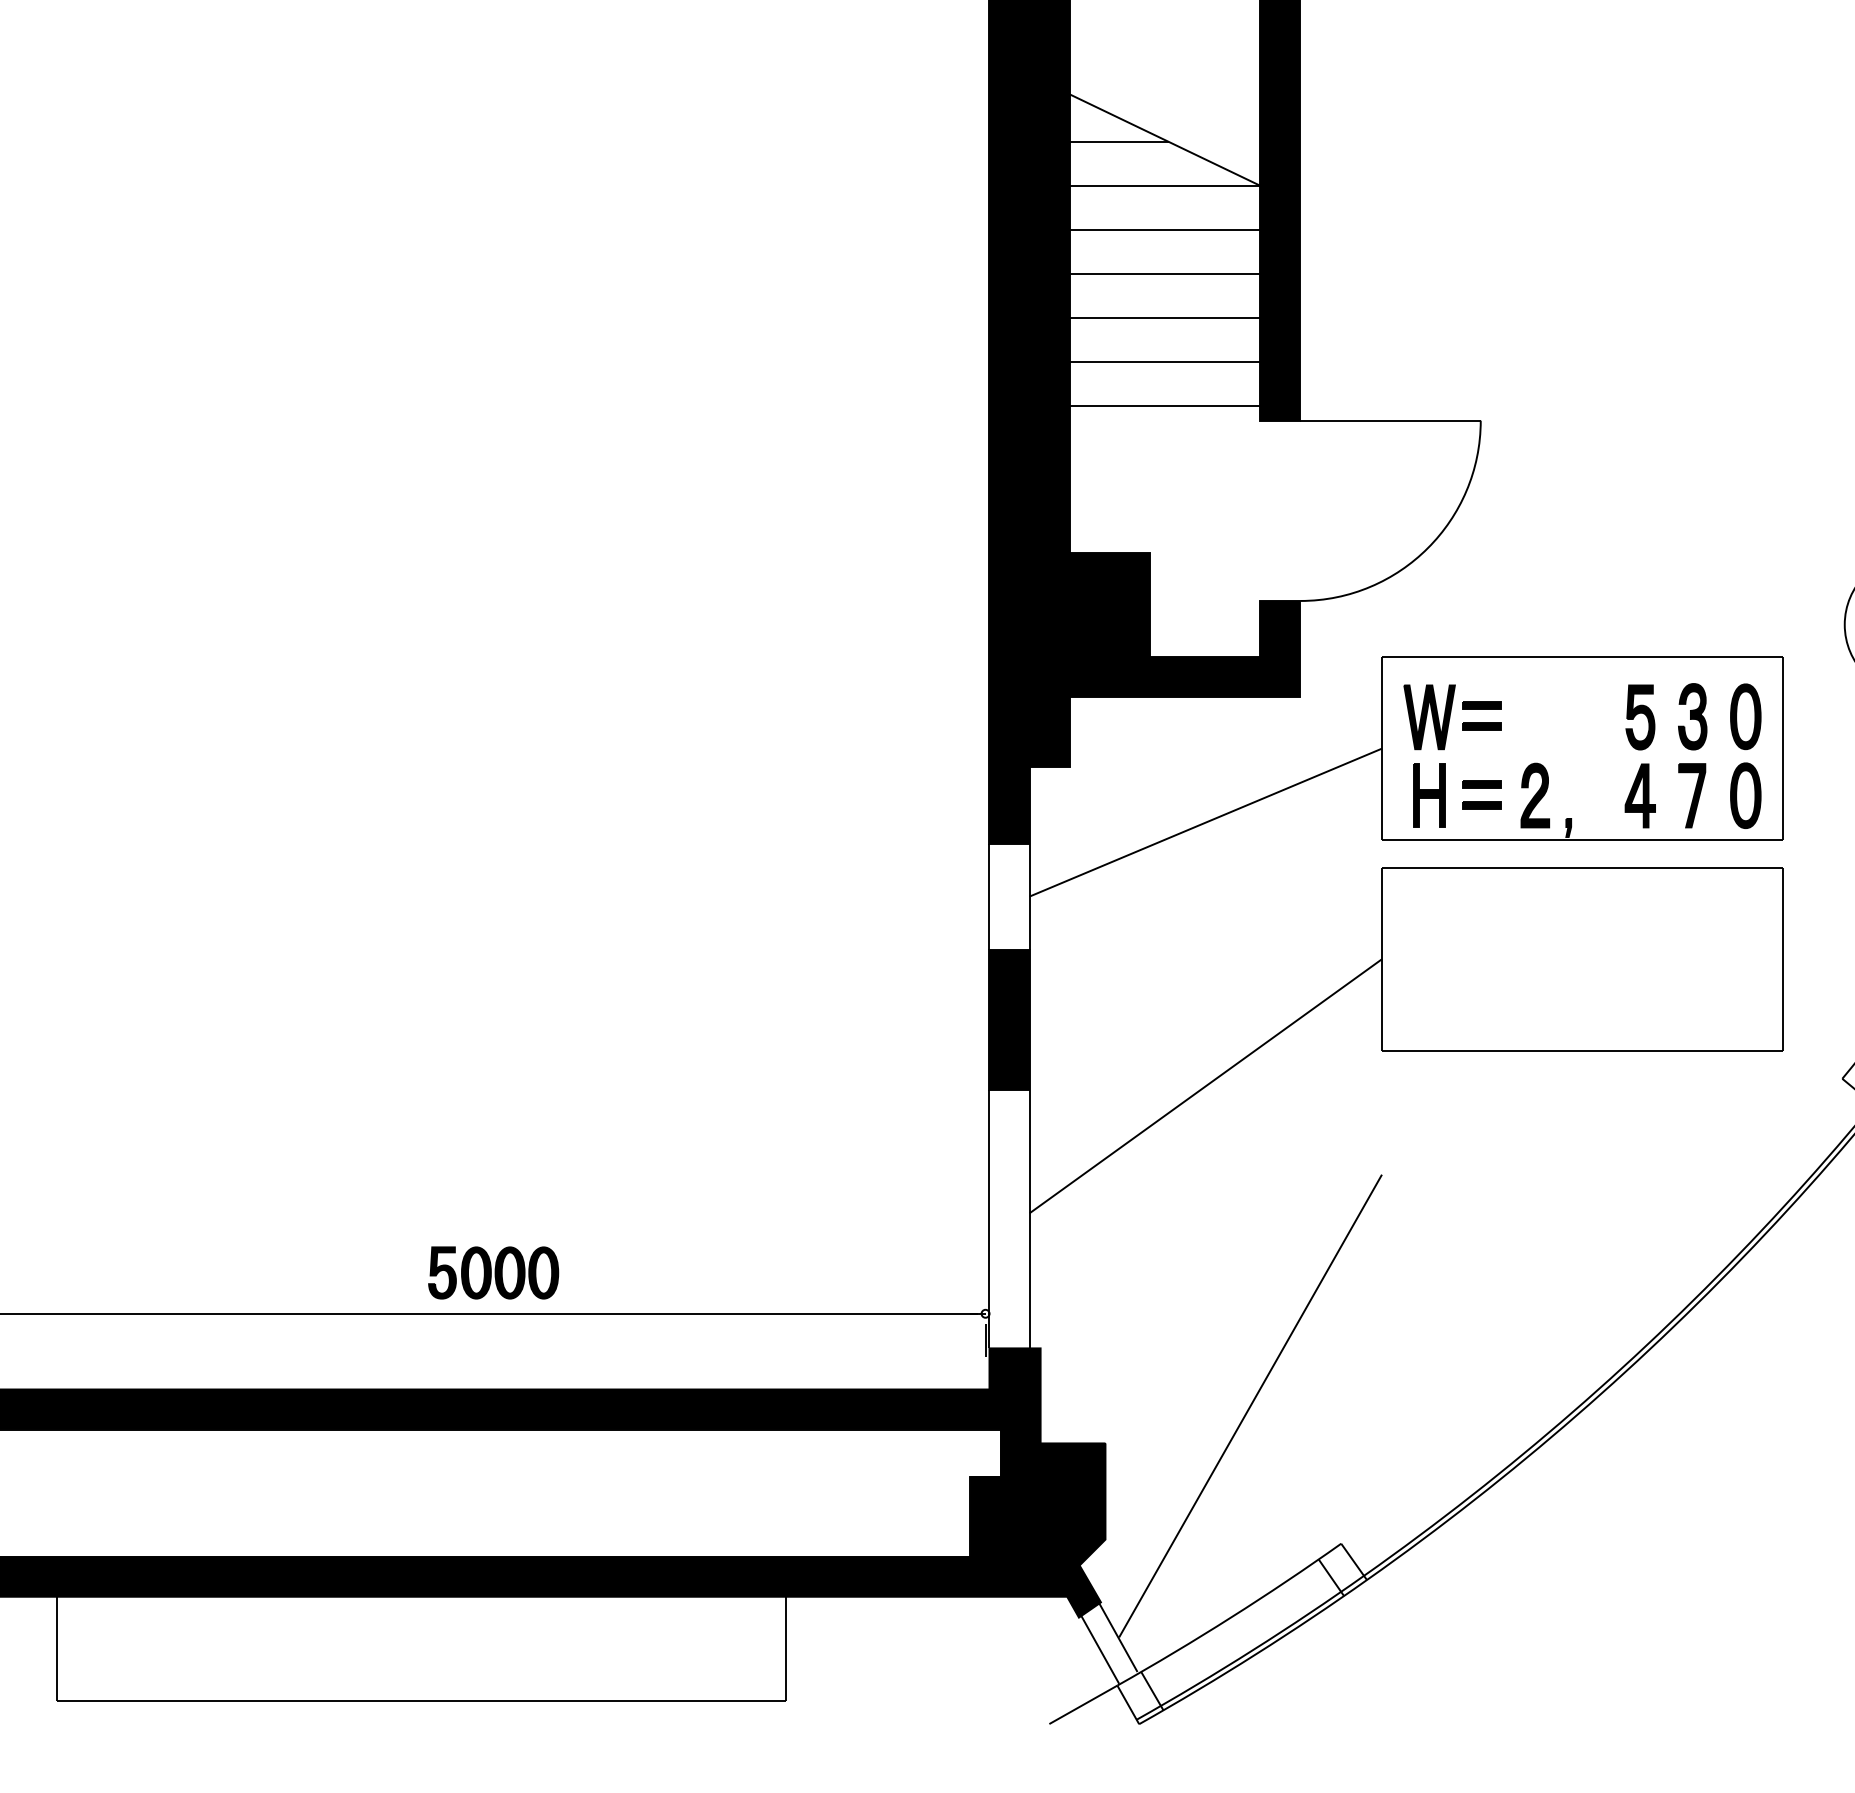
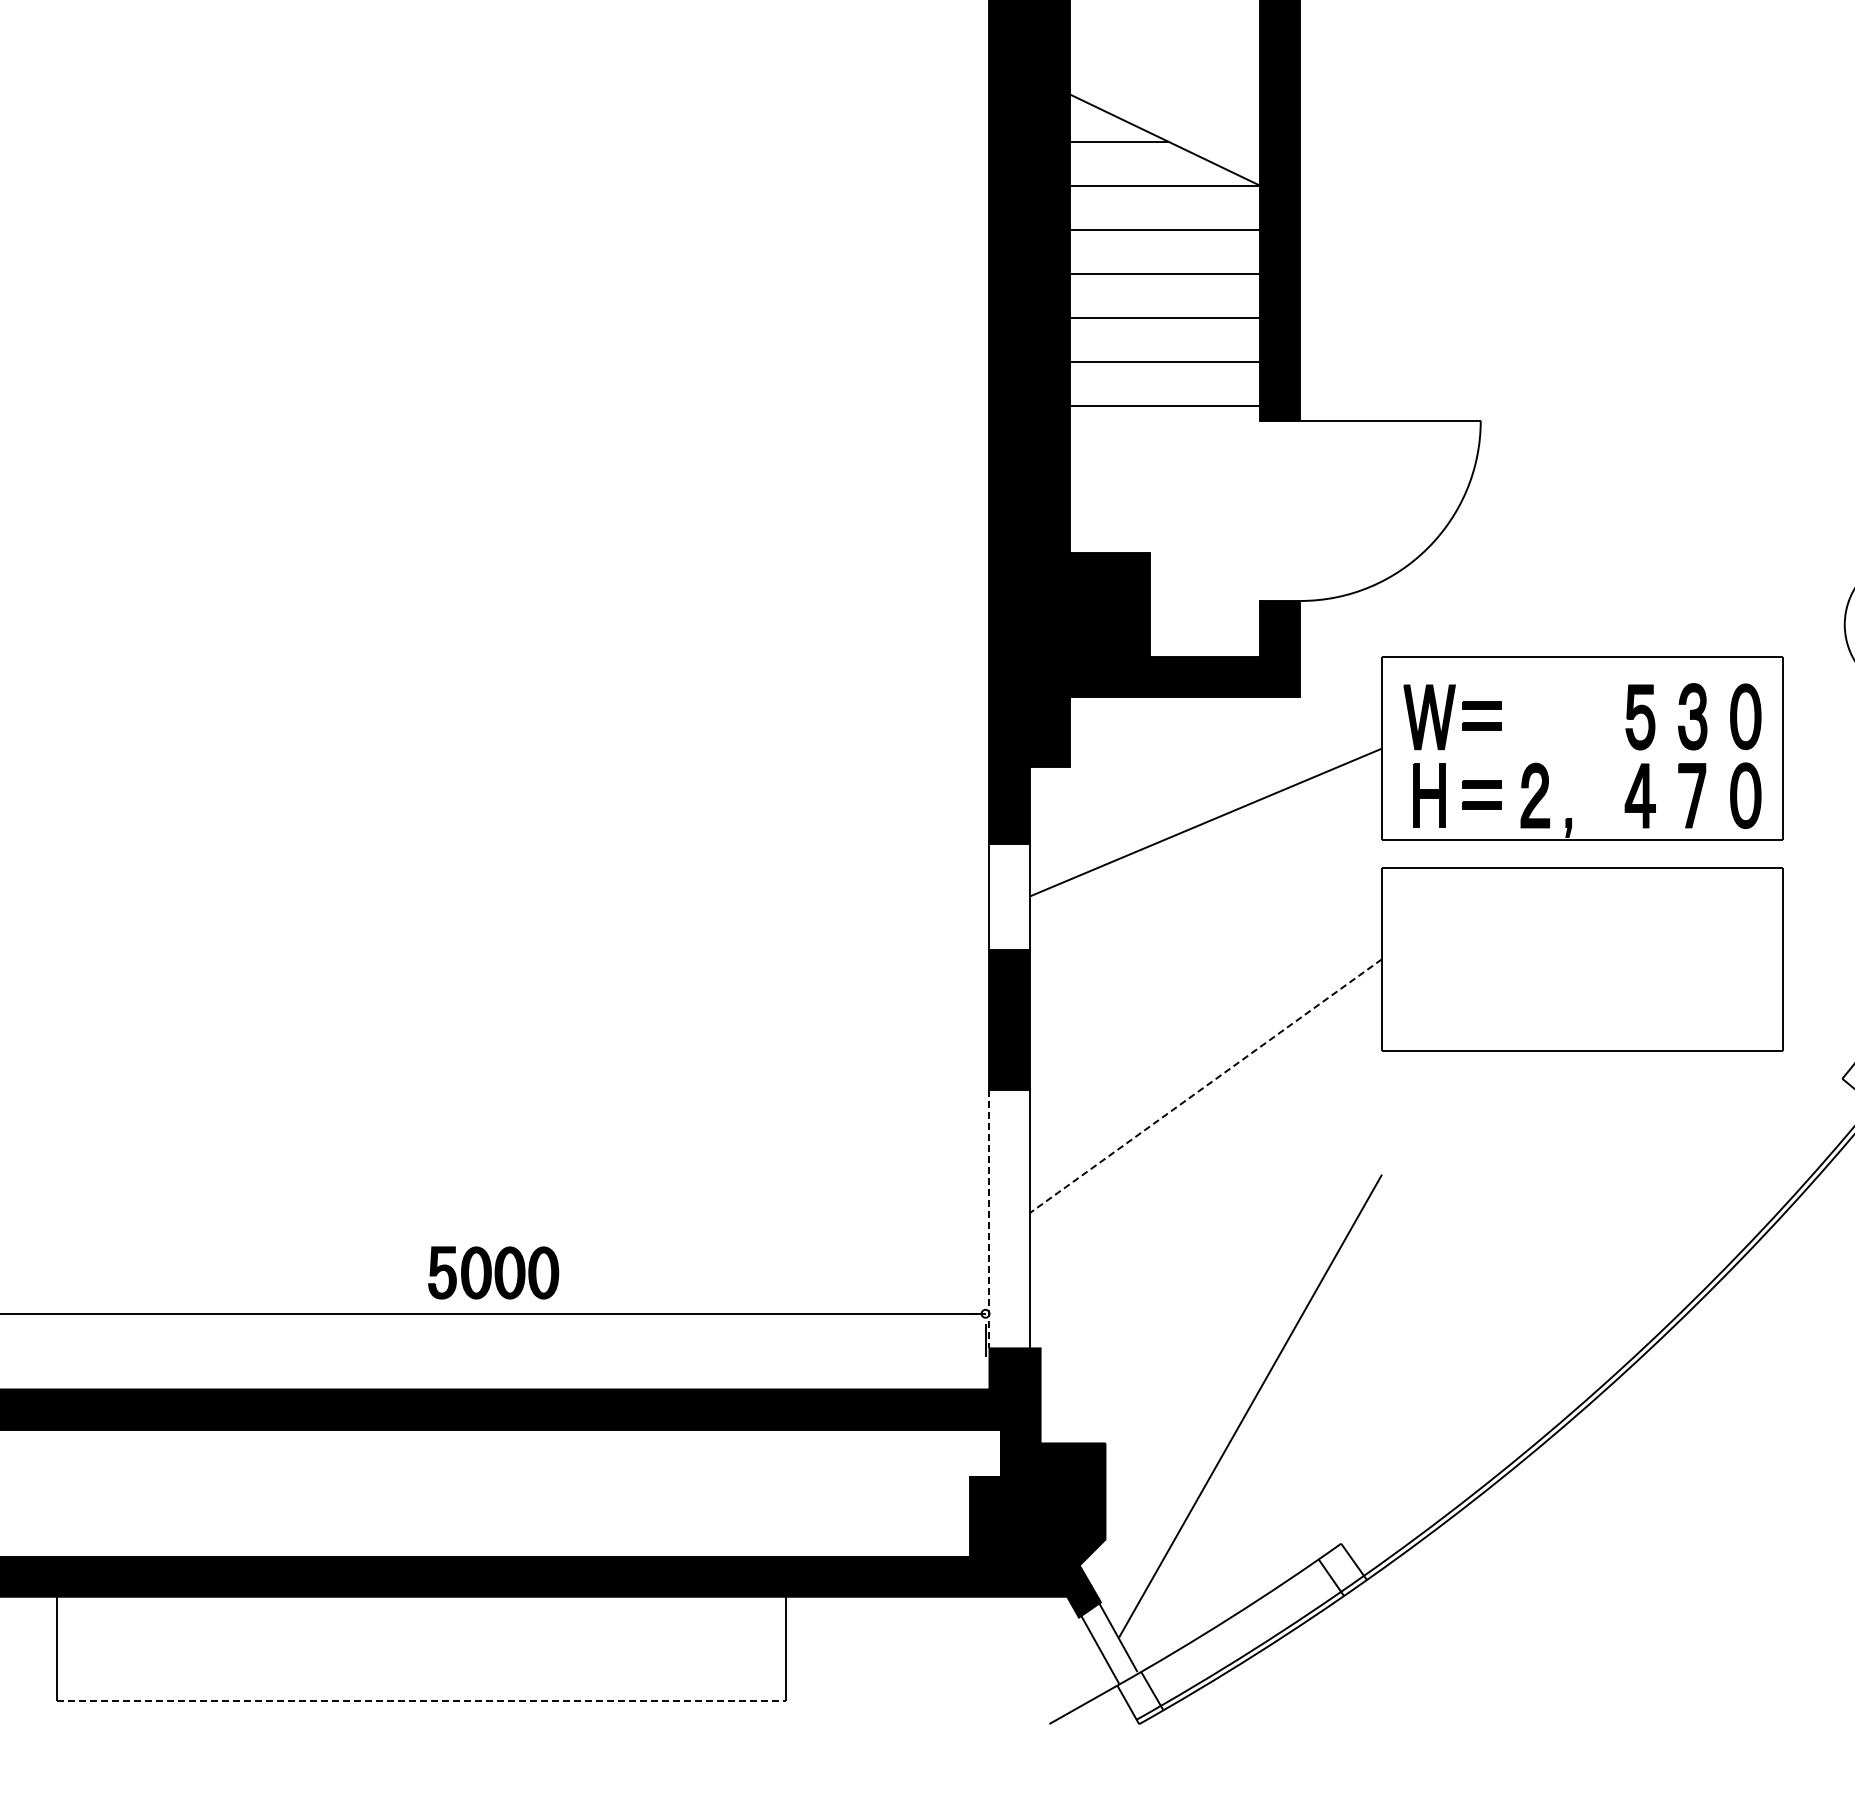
line at (1205, 1086): solid -> dashed
line at (989, 1219): solid -> dashed
line at (421, 1701): solid -> dashed
